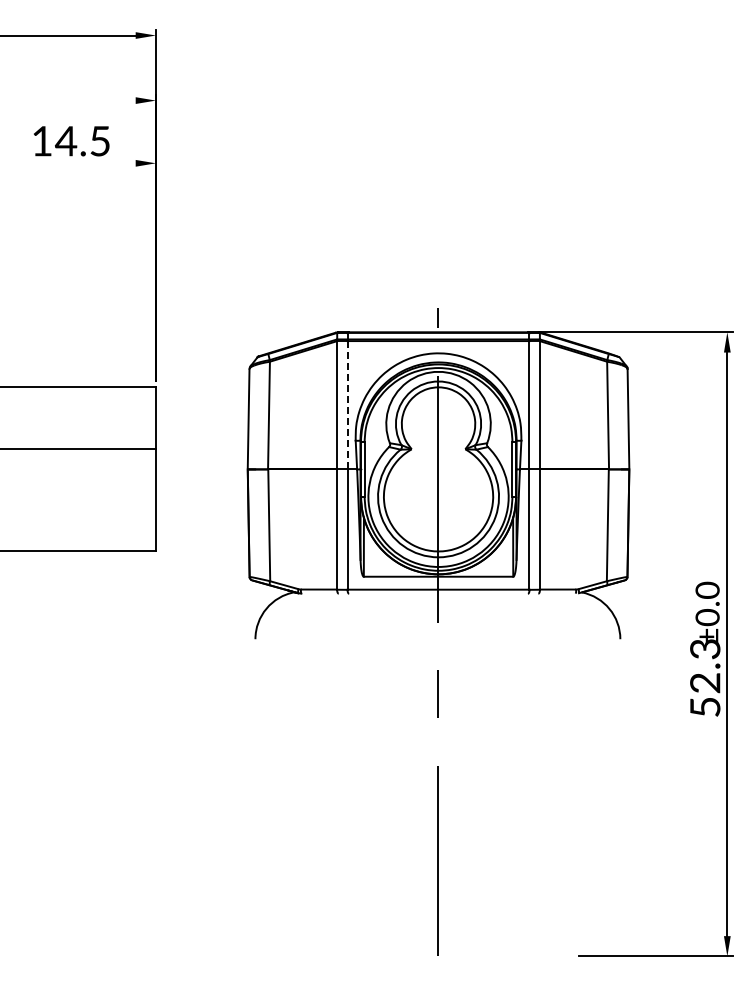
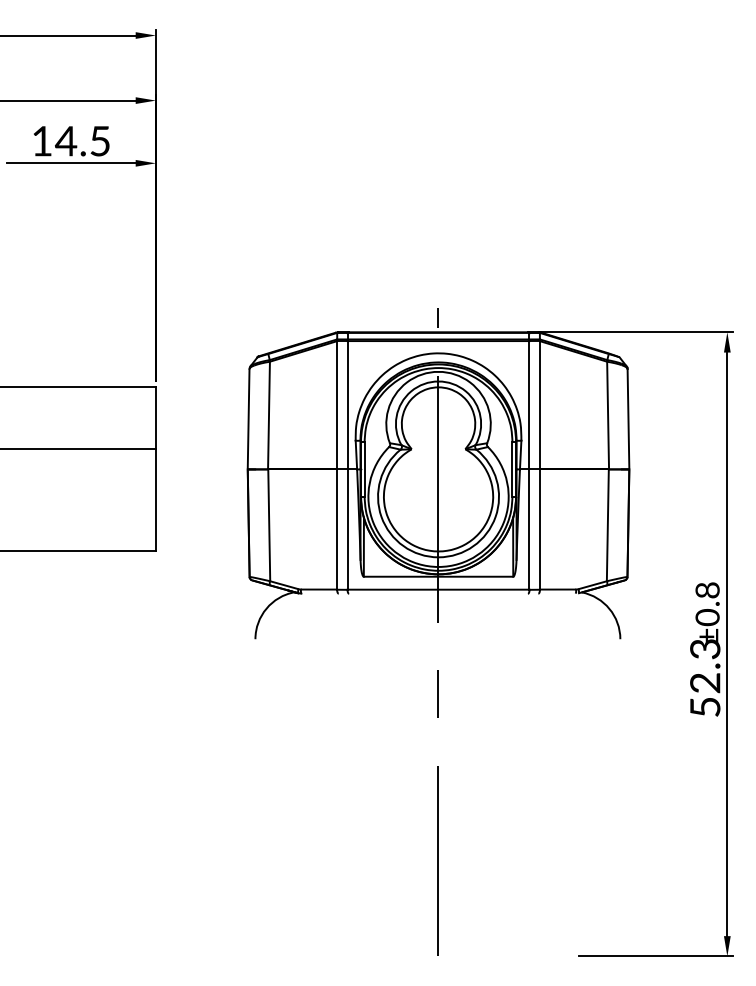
line at (68, 100): none -> present
line at (70, 163): none -> present
line at (347, 405): dashed -> solid
text at (707, 589): ±0.0 -> ±0.8
